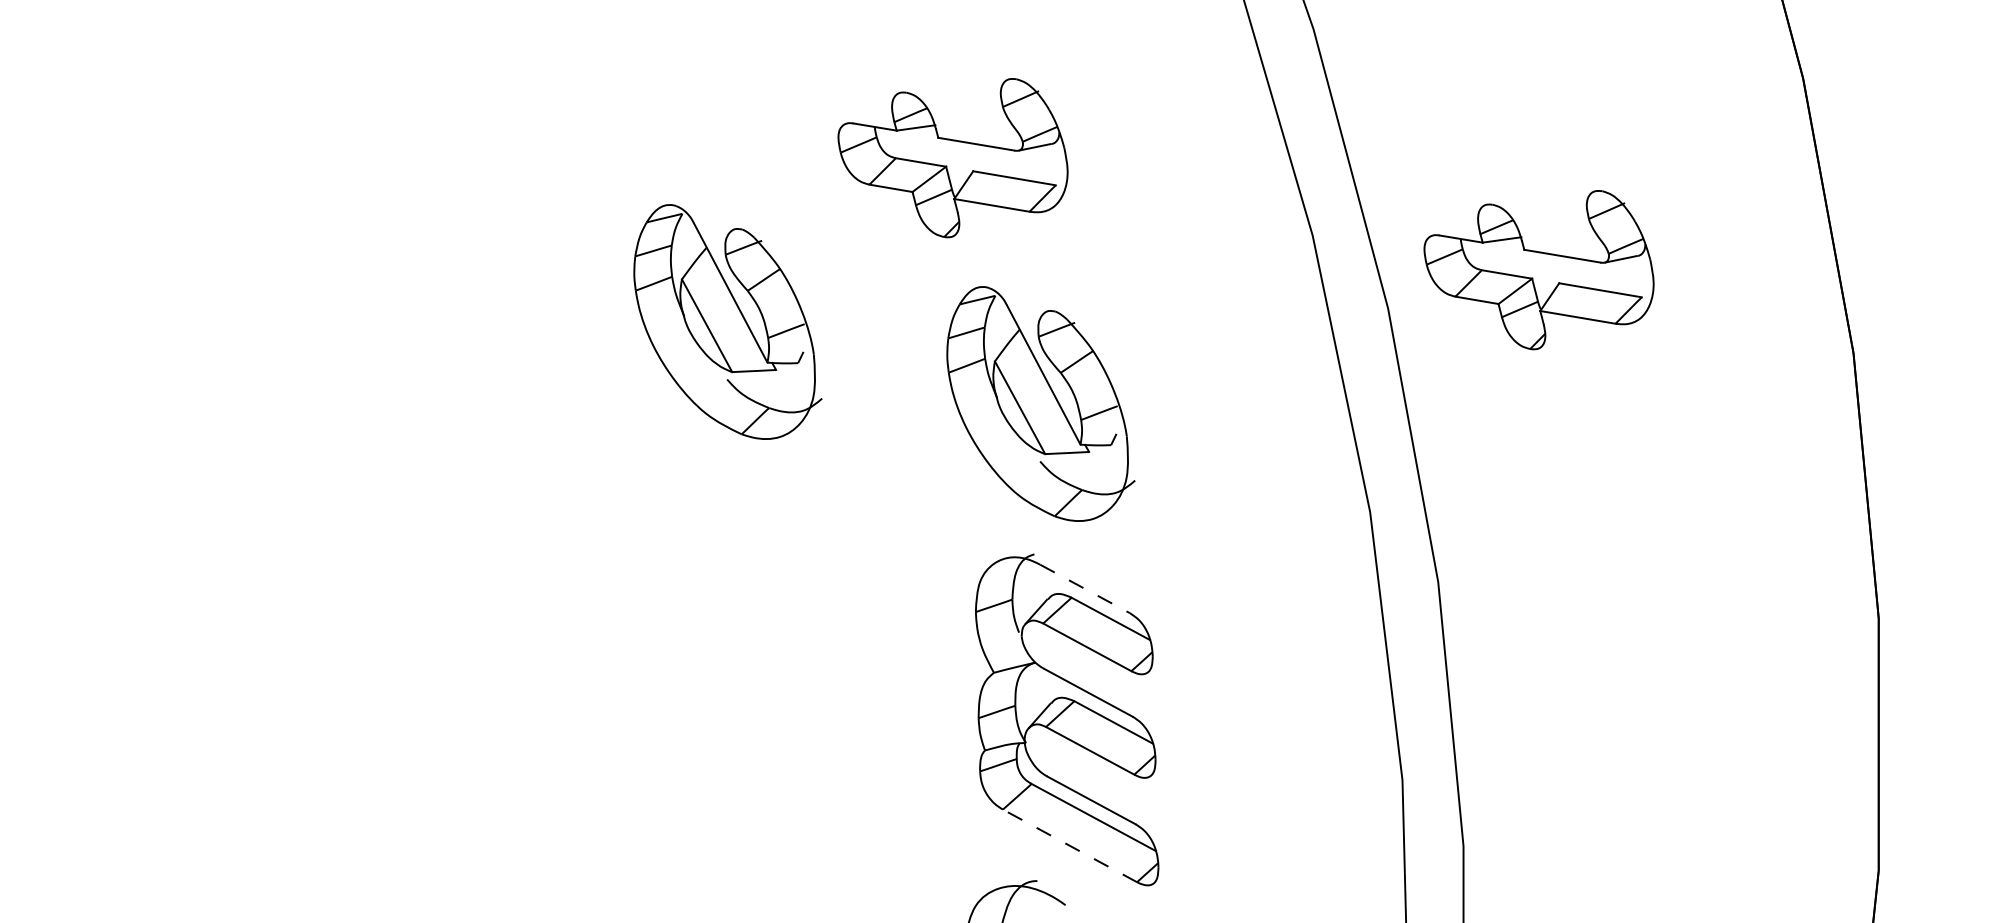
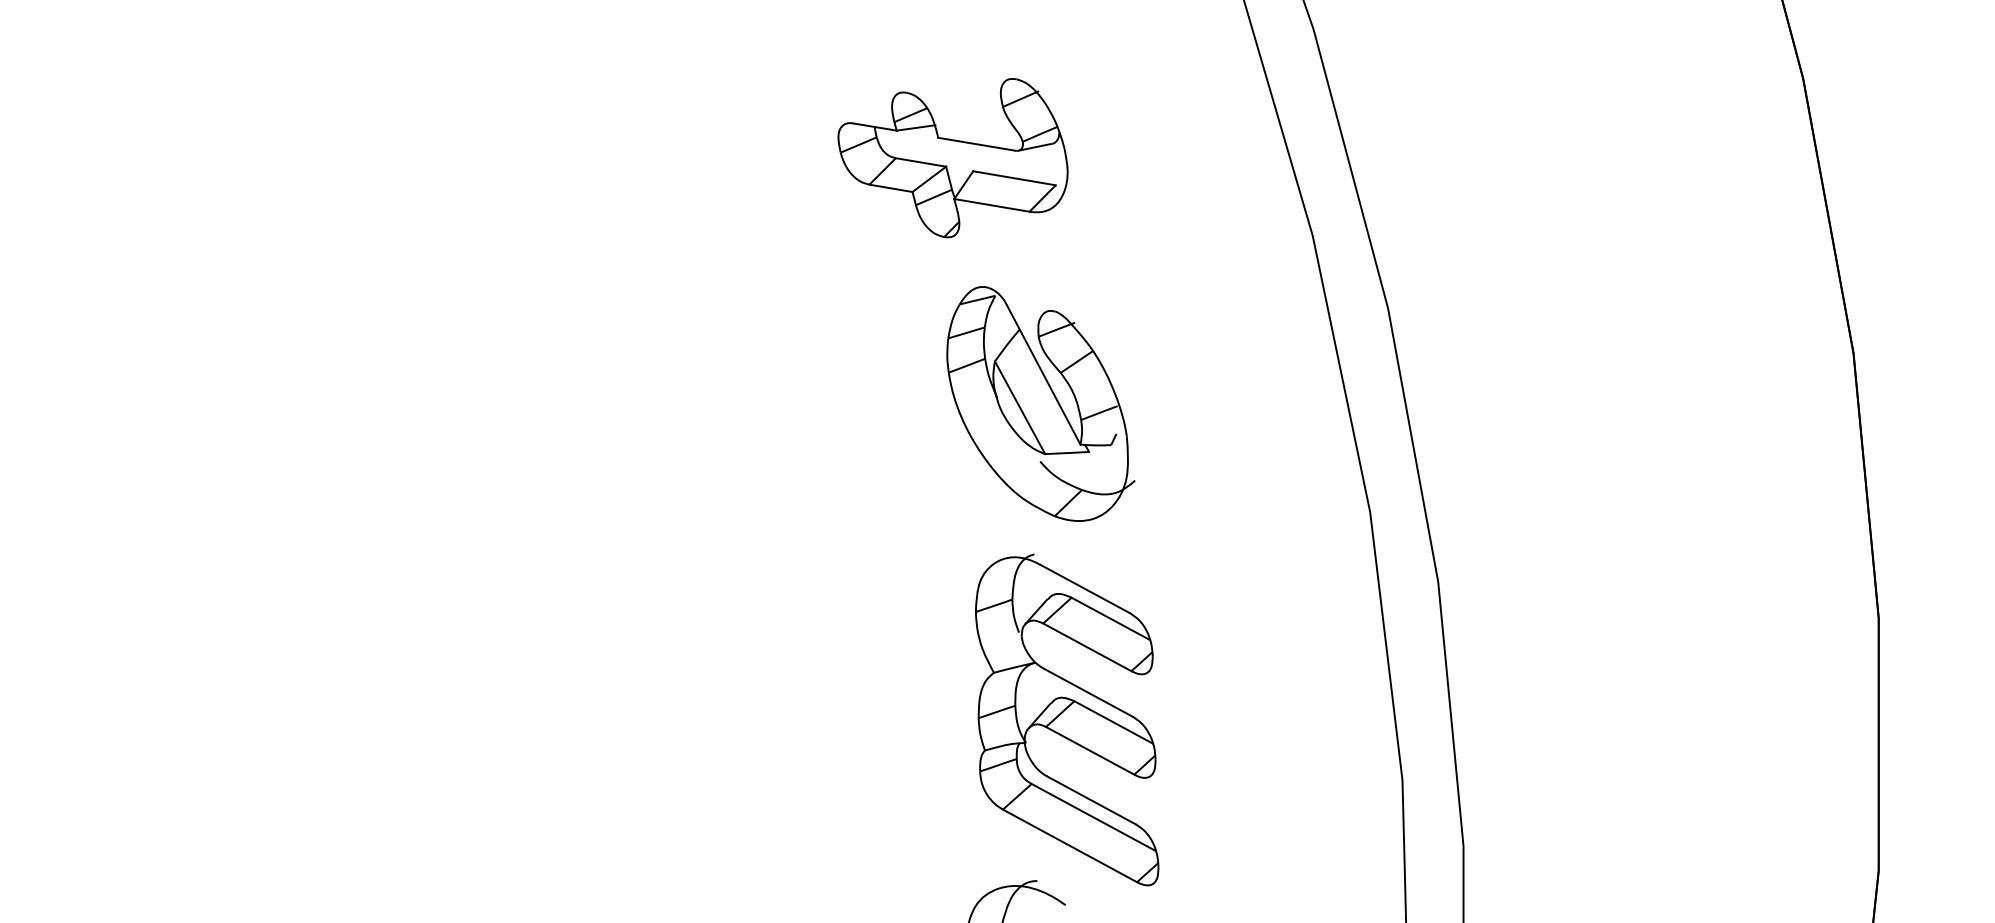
part at (1538, 270): present -> none
part at (727, 321): present -> none
line at (1085, 588): dashed -> solid
line at (1069, 845): dashed -> solid
